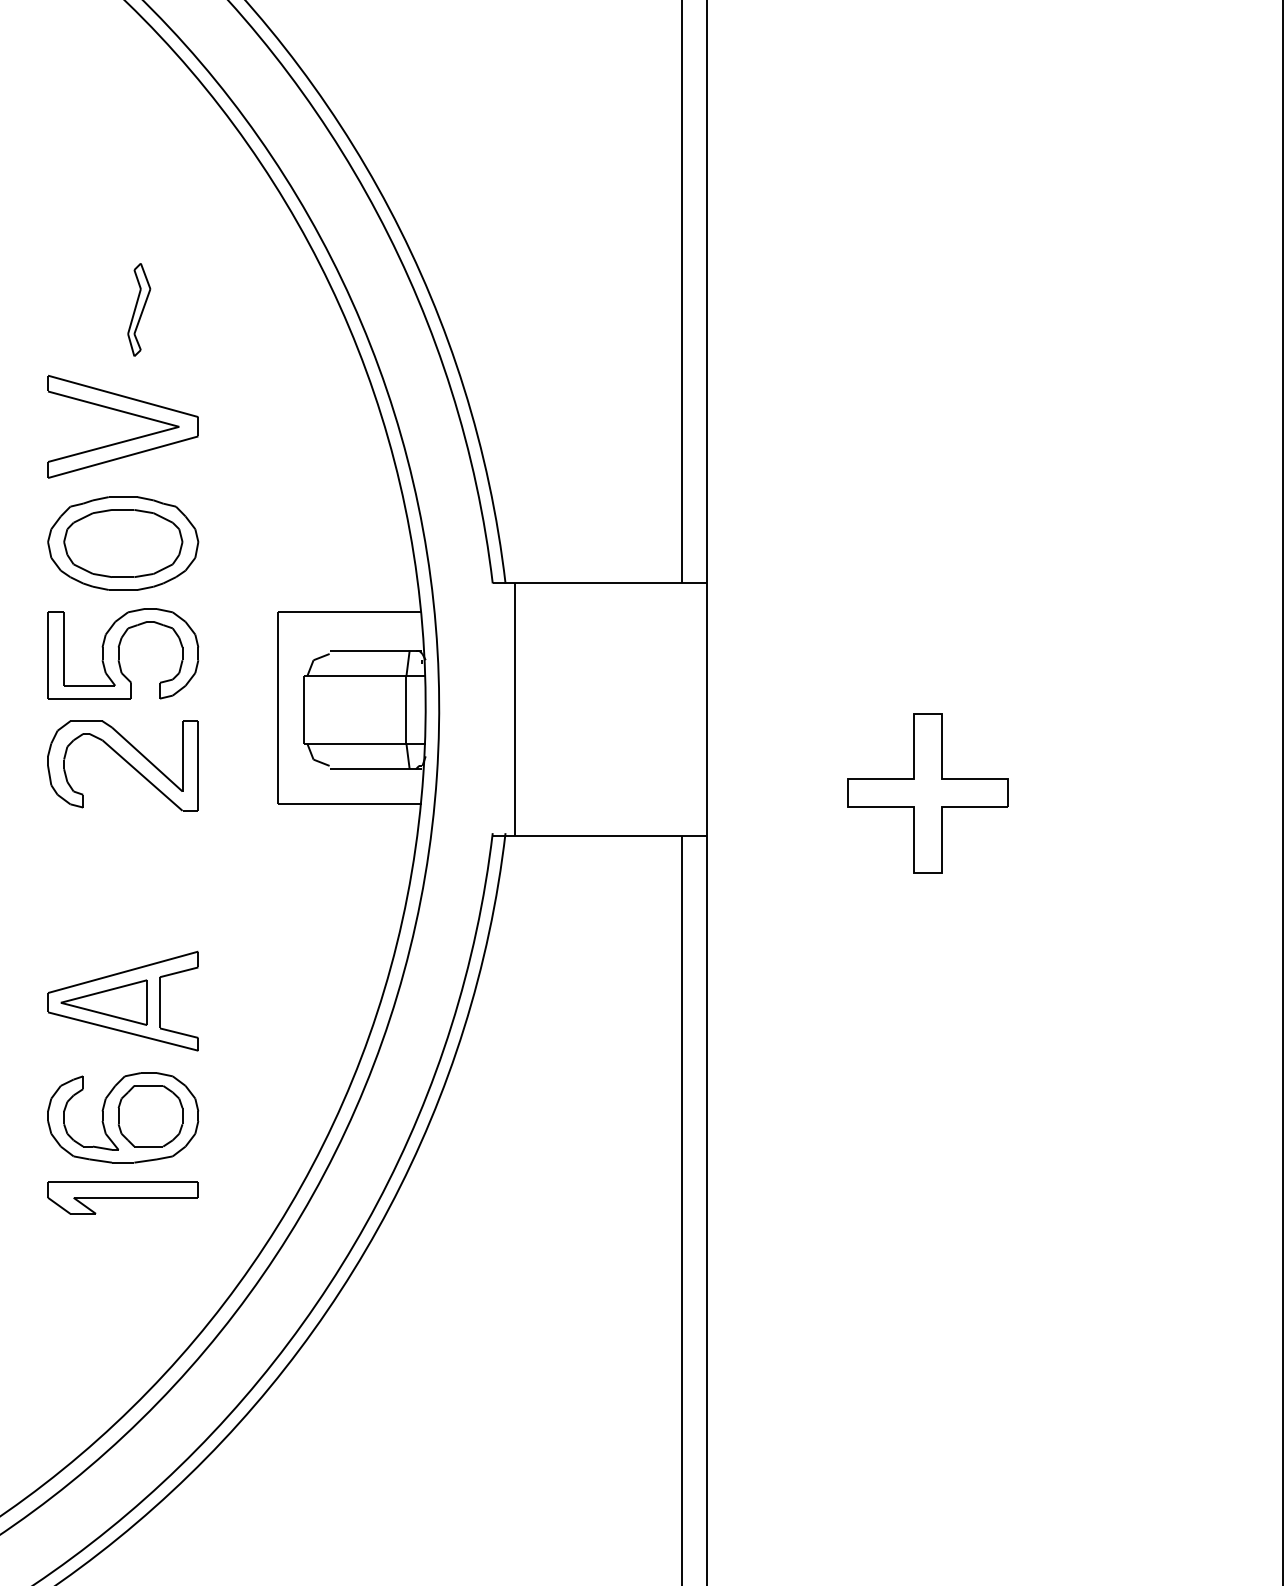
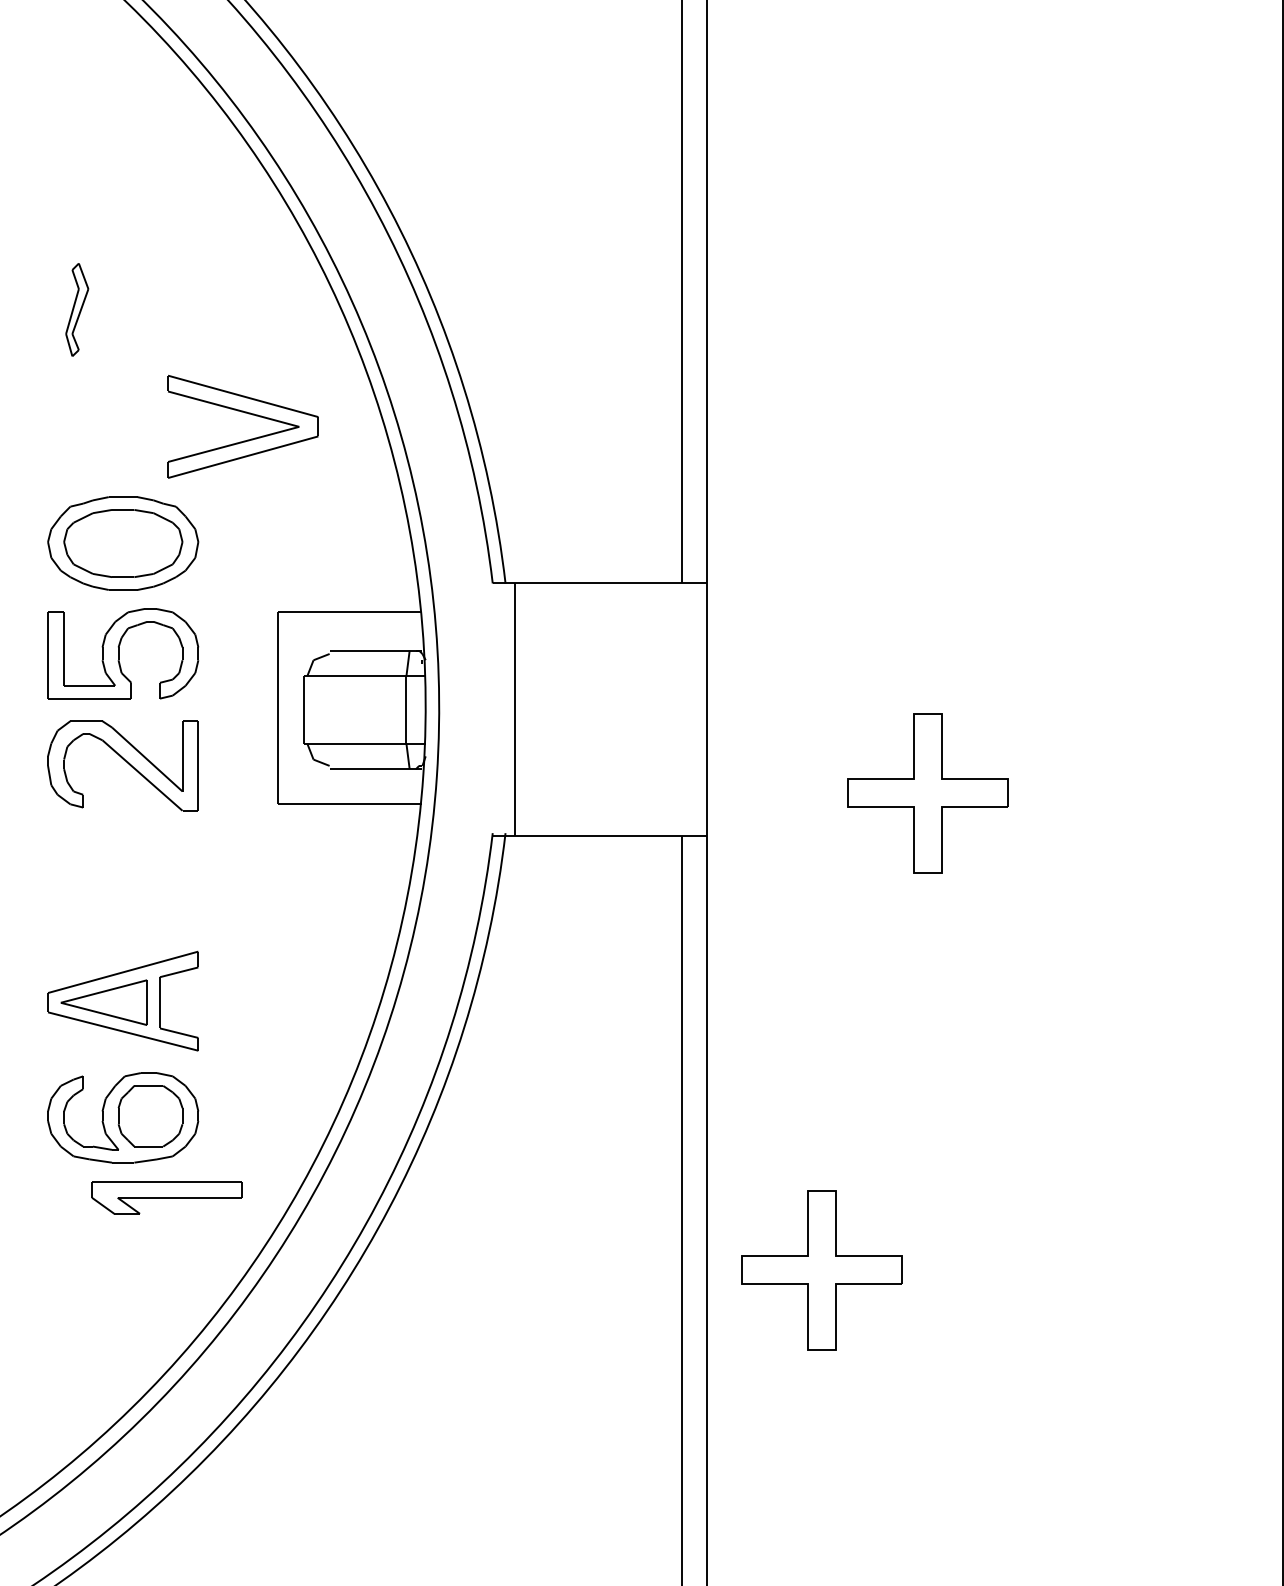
part at (139, 309) position: (139, 309) -> (77, 309)
part at (125, 413) position: (125, 413) -> (245, 413)
part at (122, 1197) position: (122, 1197) -> (166, 1197)
part at (821, 1270): none -> present
